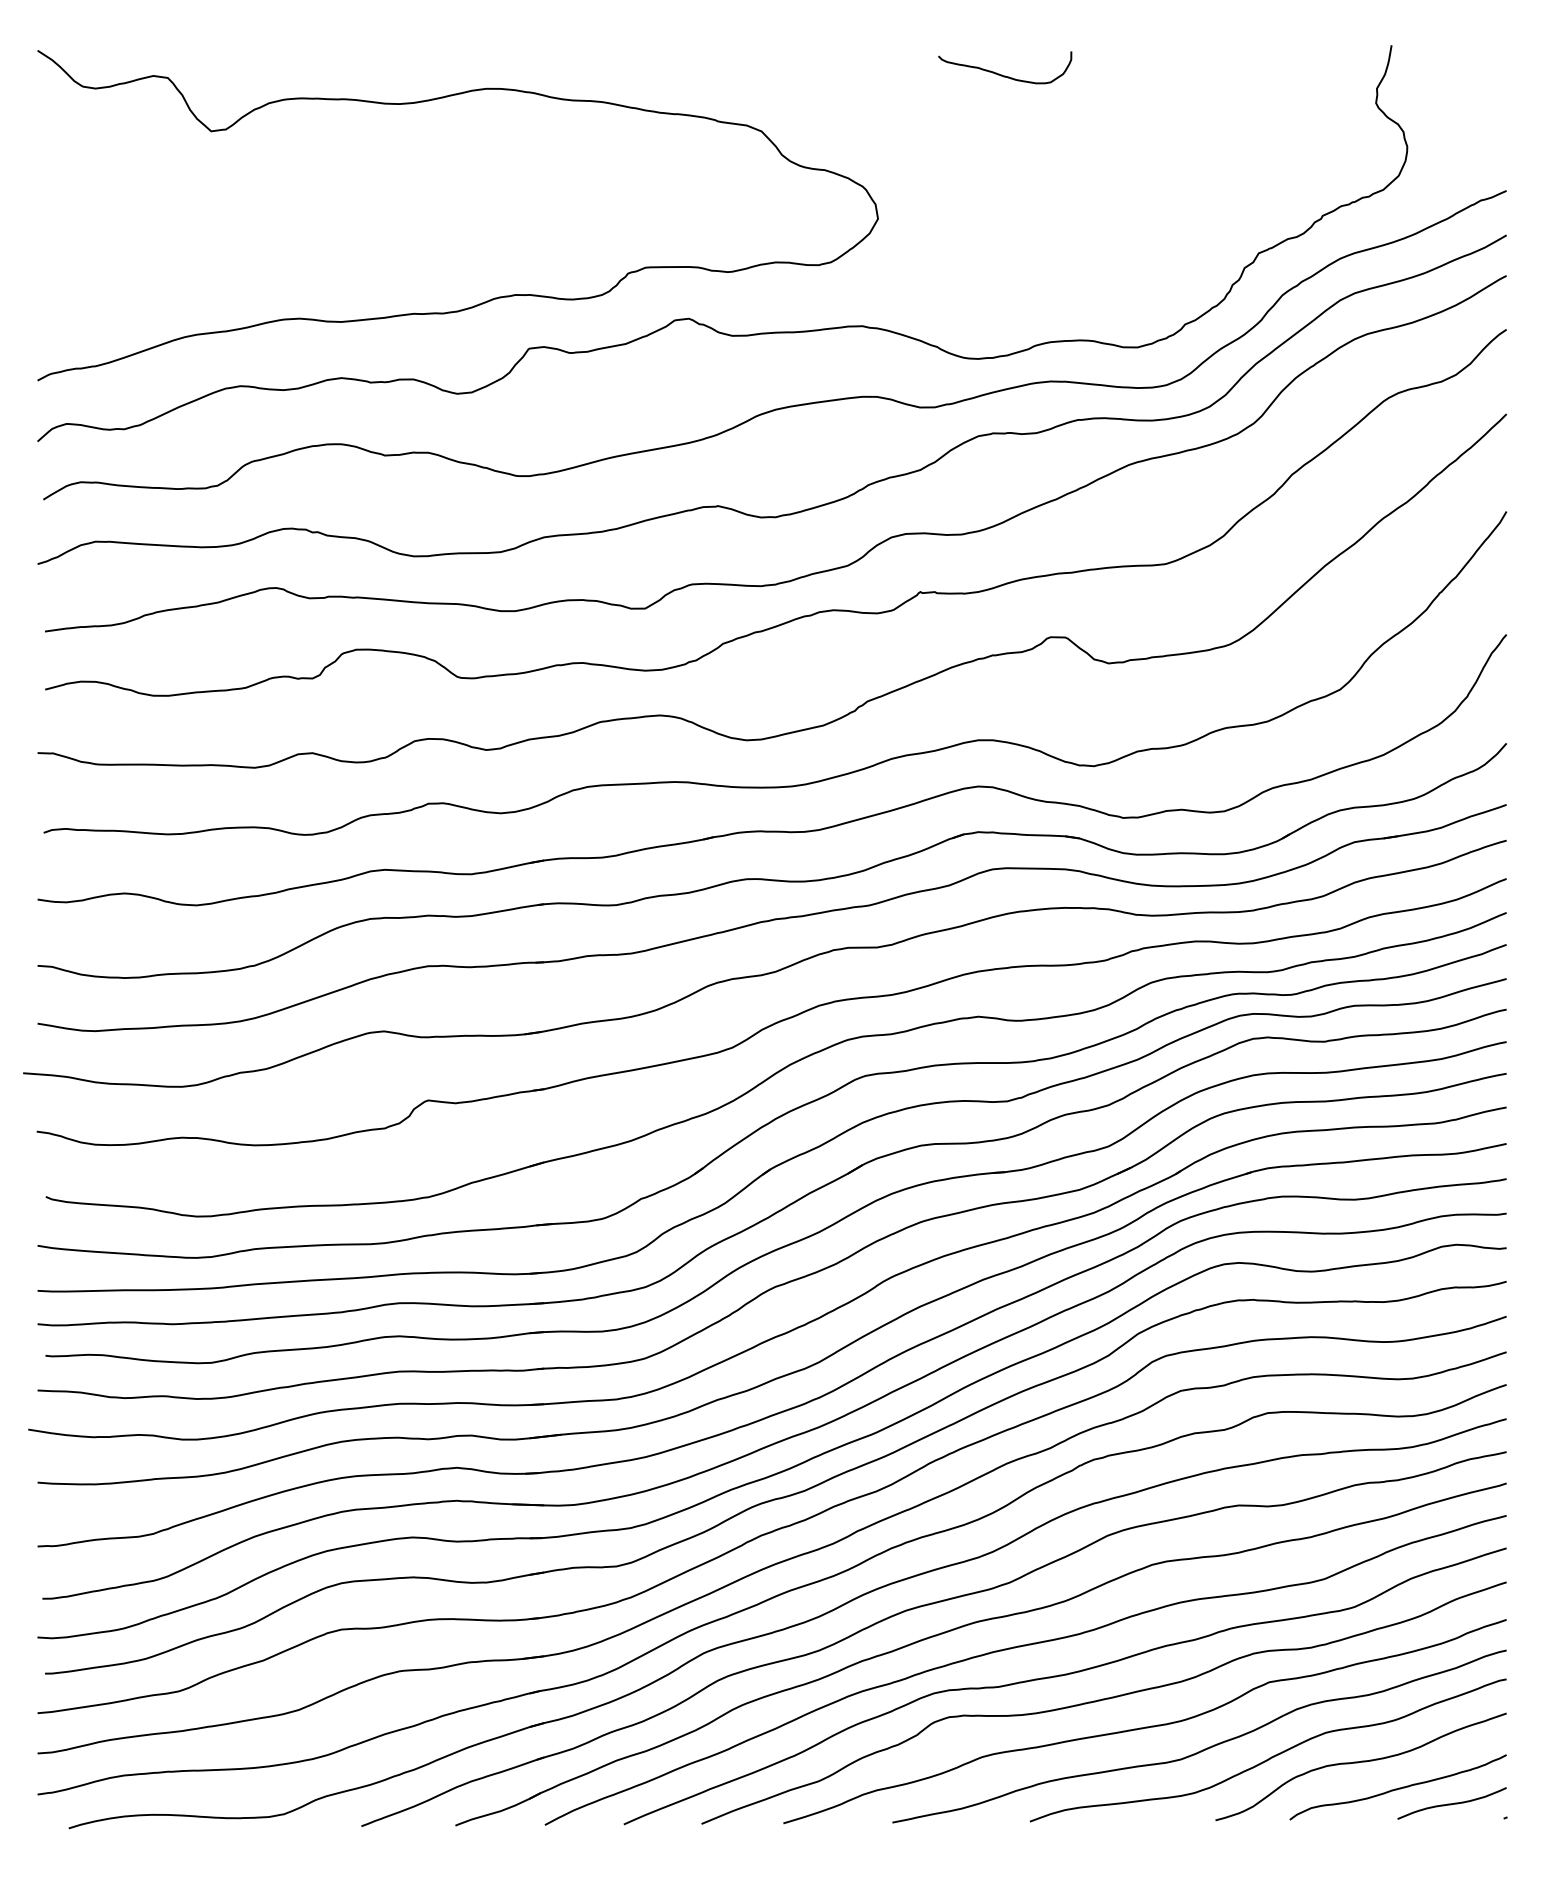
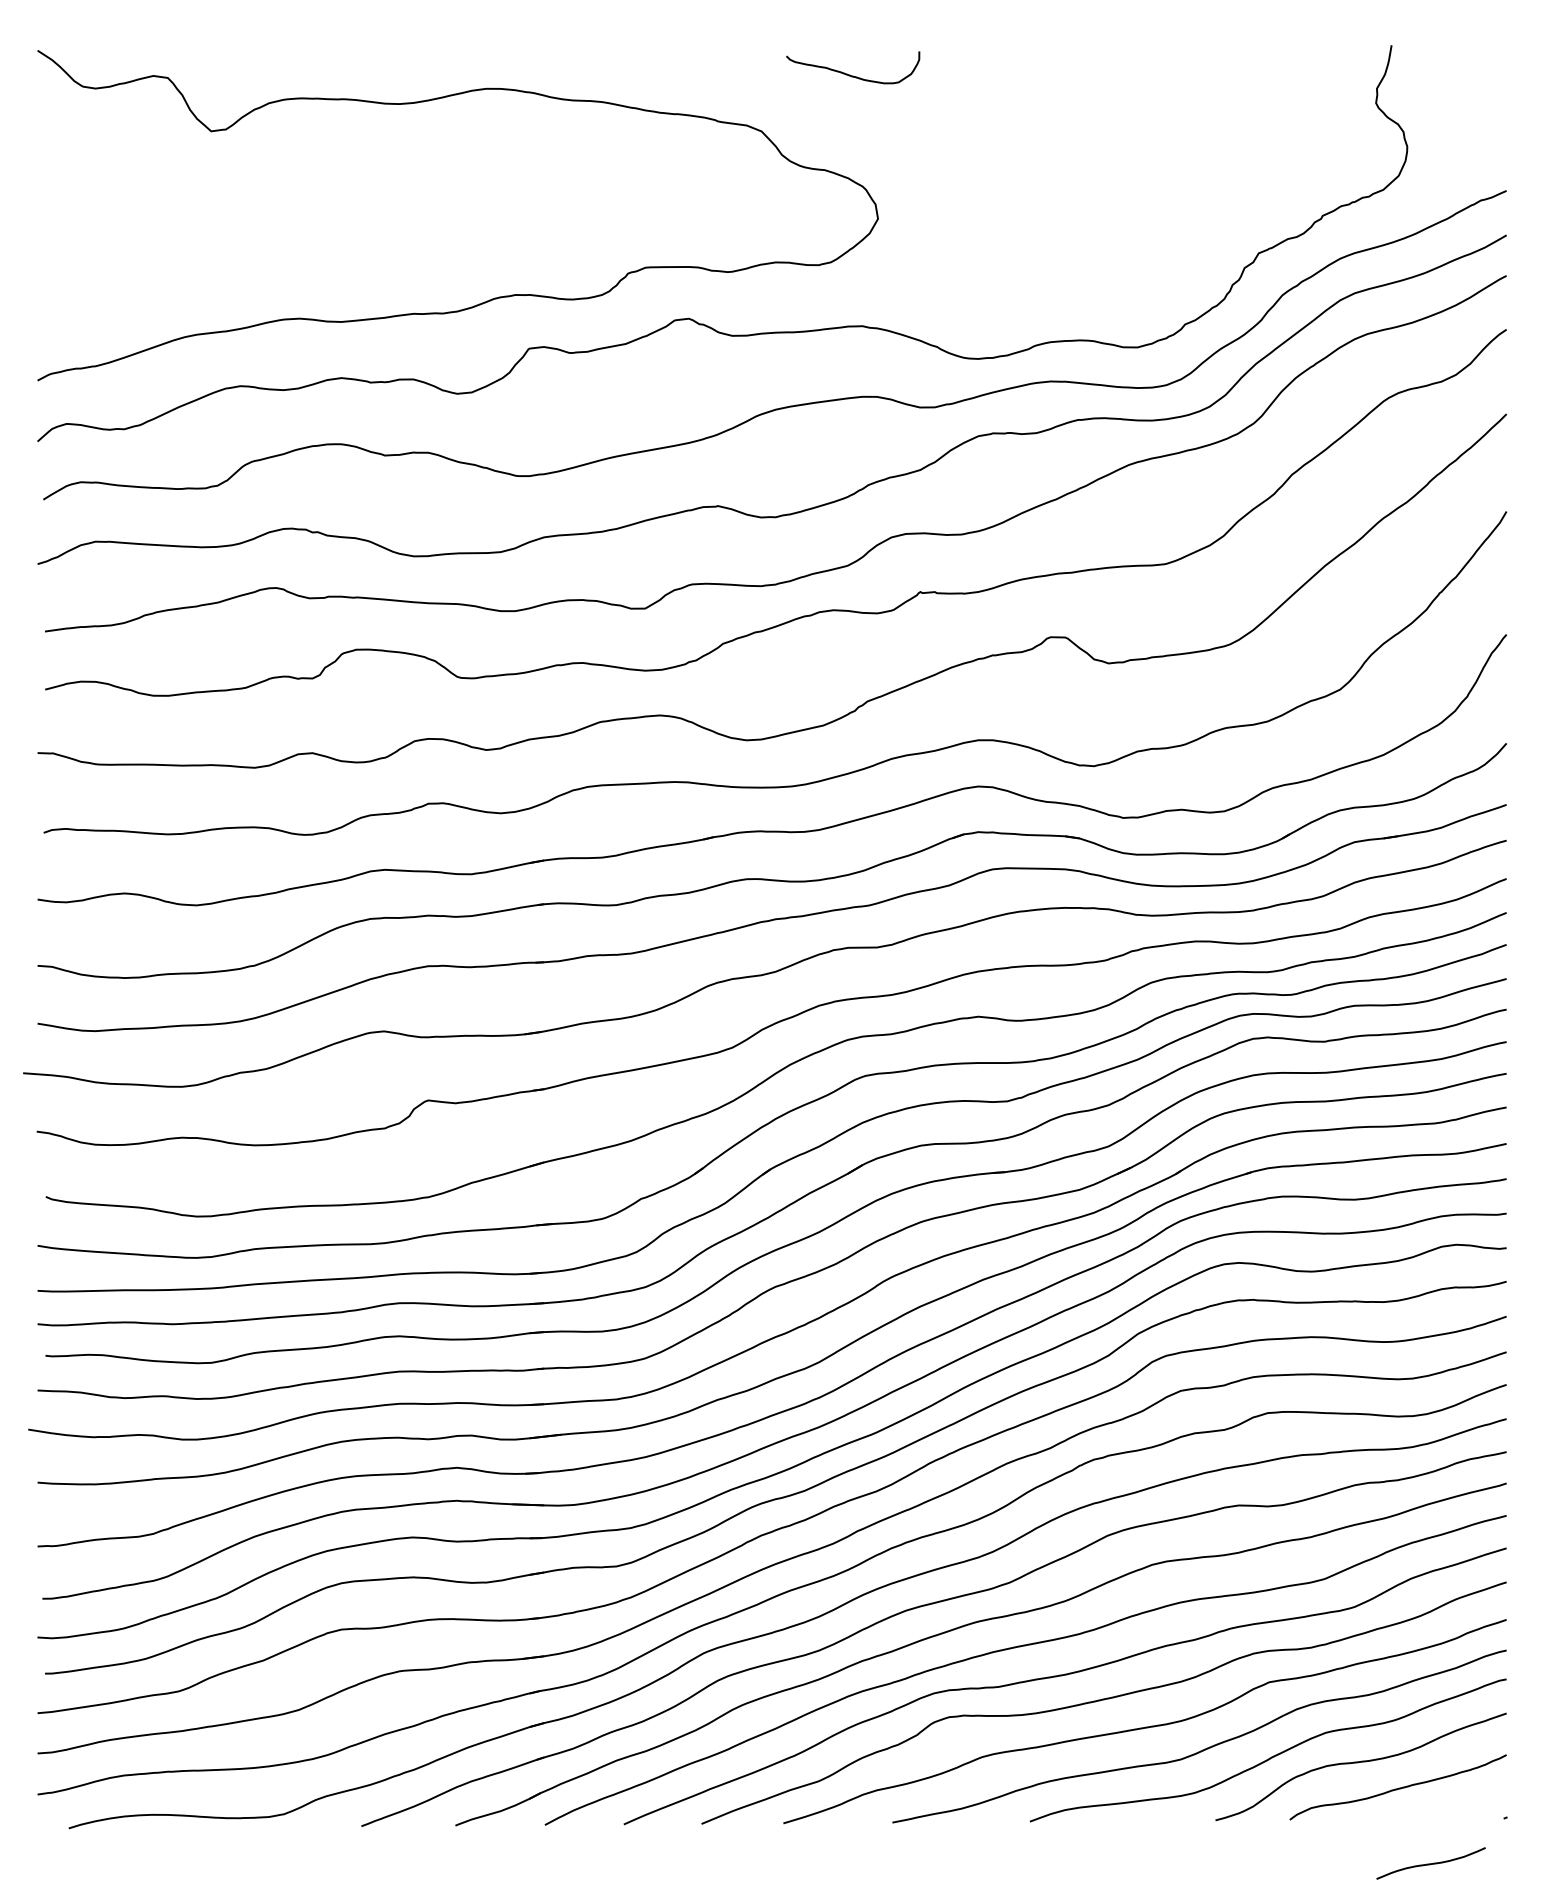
curve at (1002, 74) position: (1002, 74) -> (850, 74)
curve at (1451, 1803) position: (1451, 1803) -> (1430, 1863)
